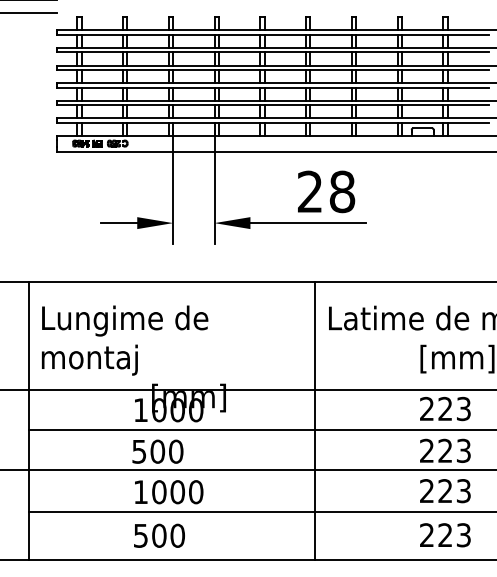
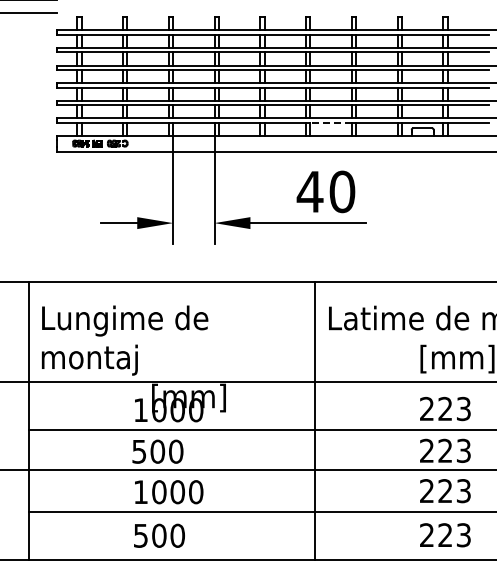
line at (331, 122): solid -> dashed
text at (325, 191): 28 -> 40
line at (247, 389) position: (247, 389) -> (247, 381)
